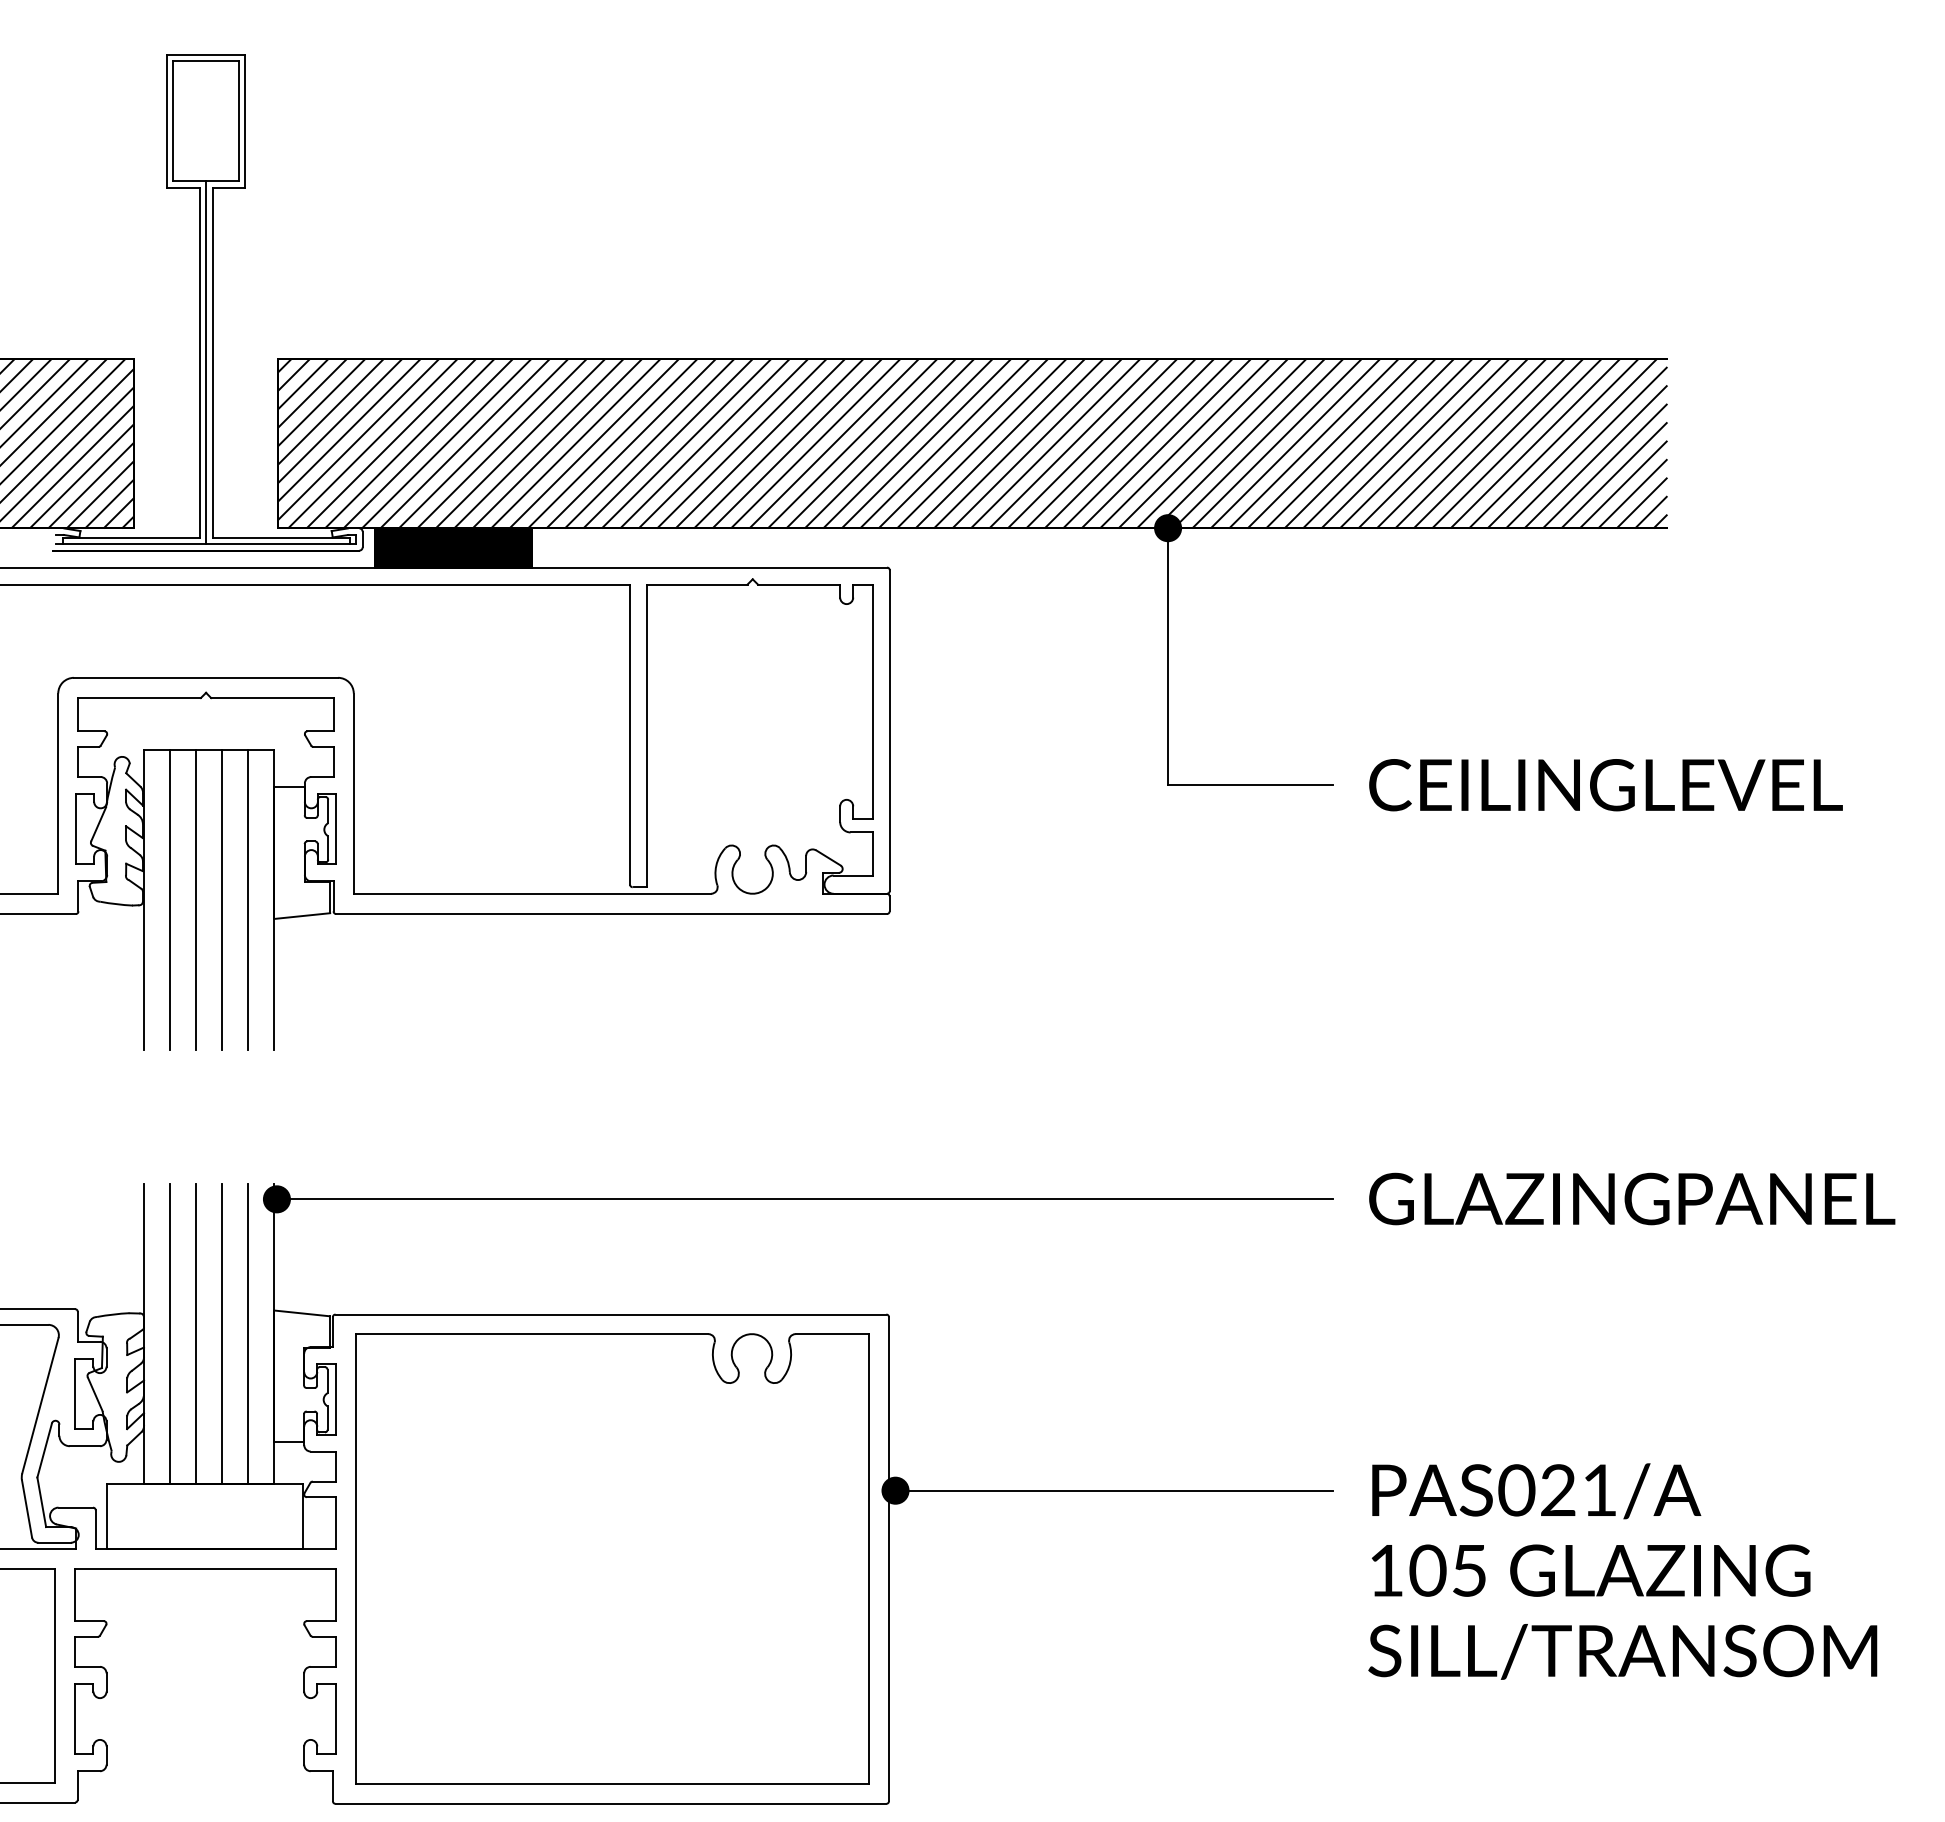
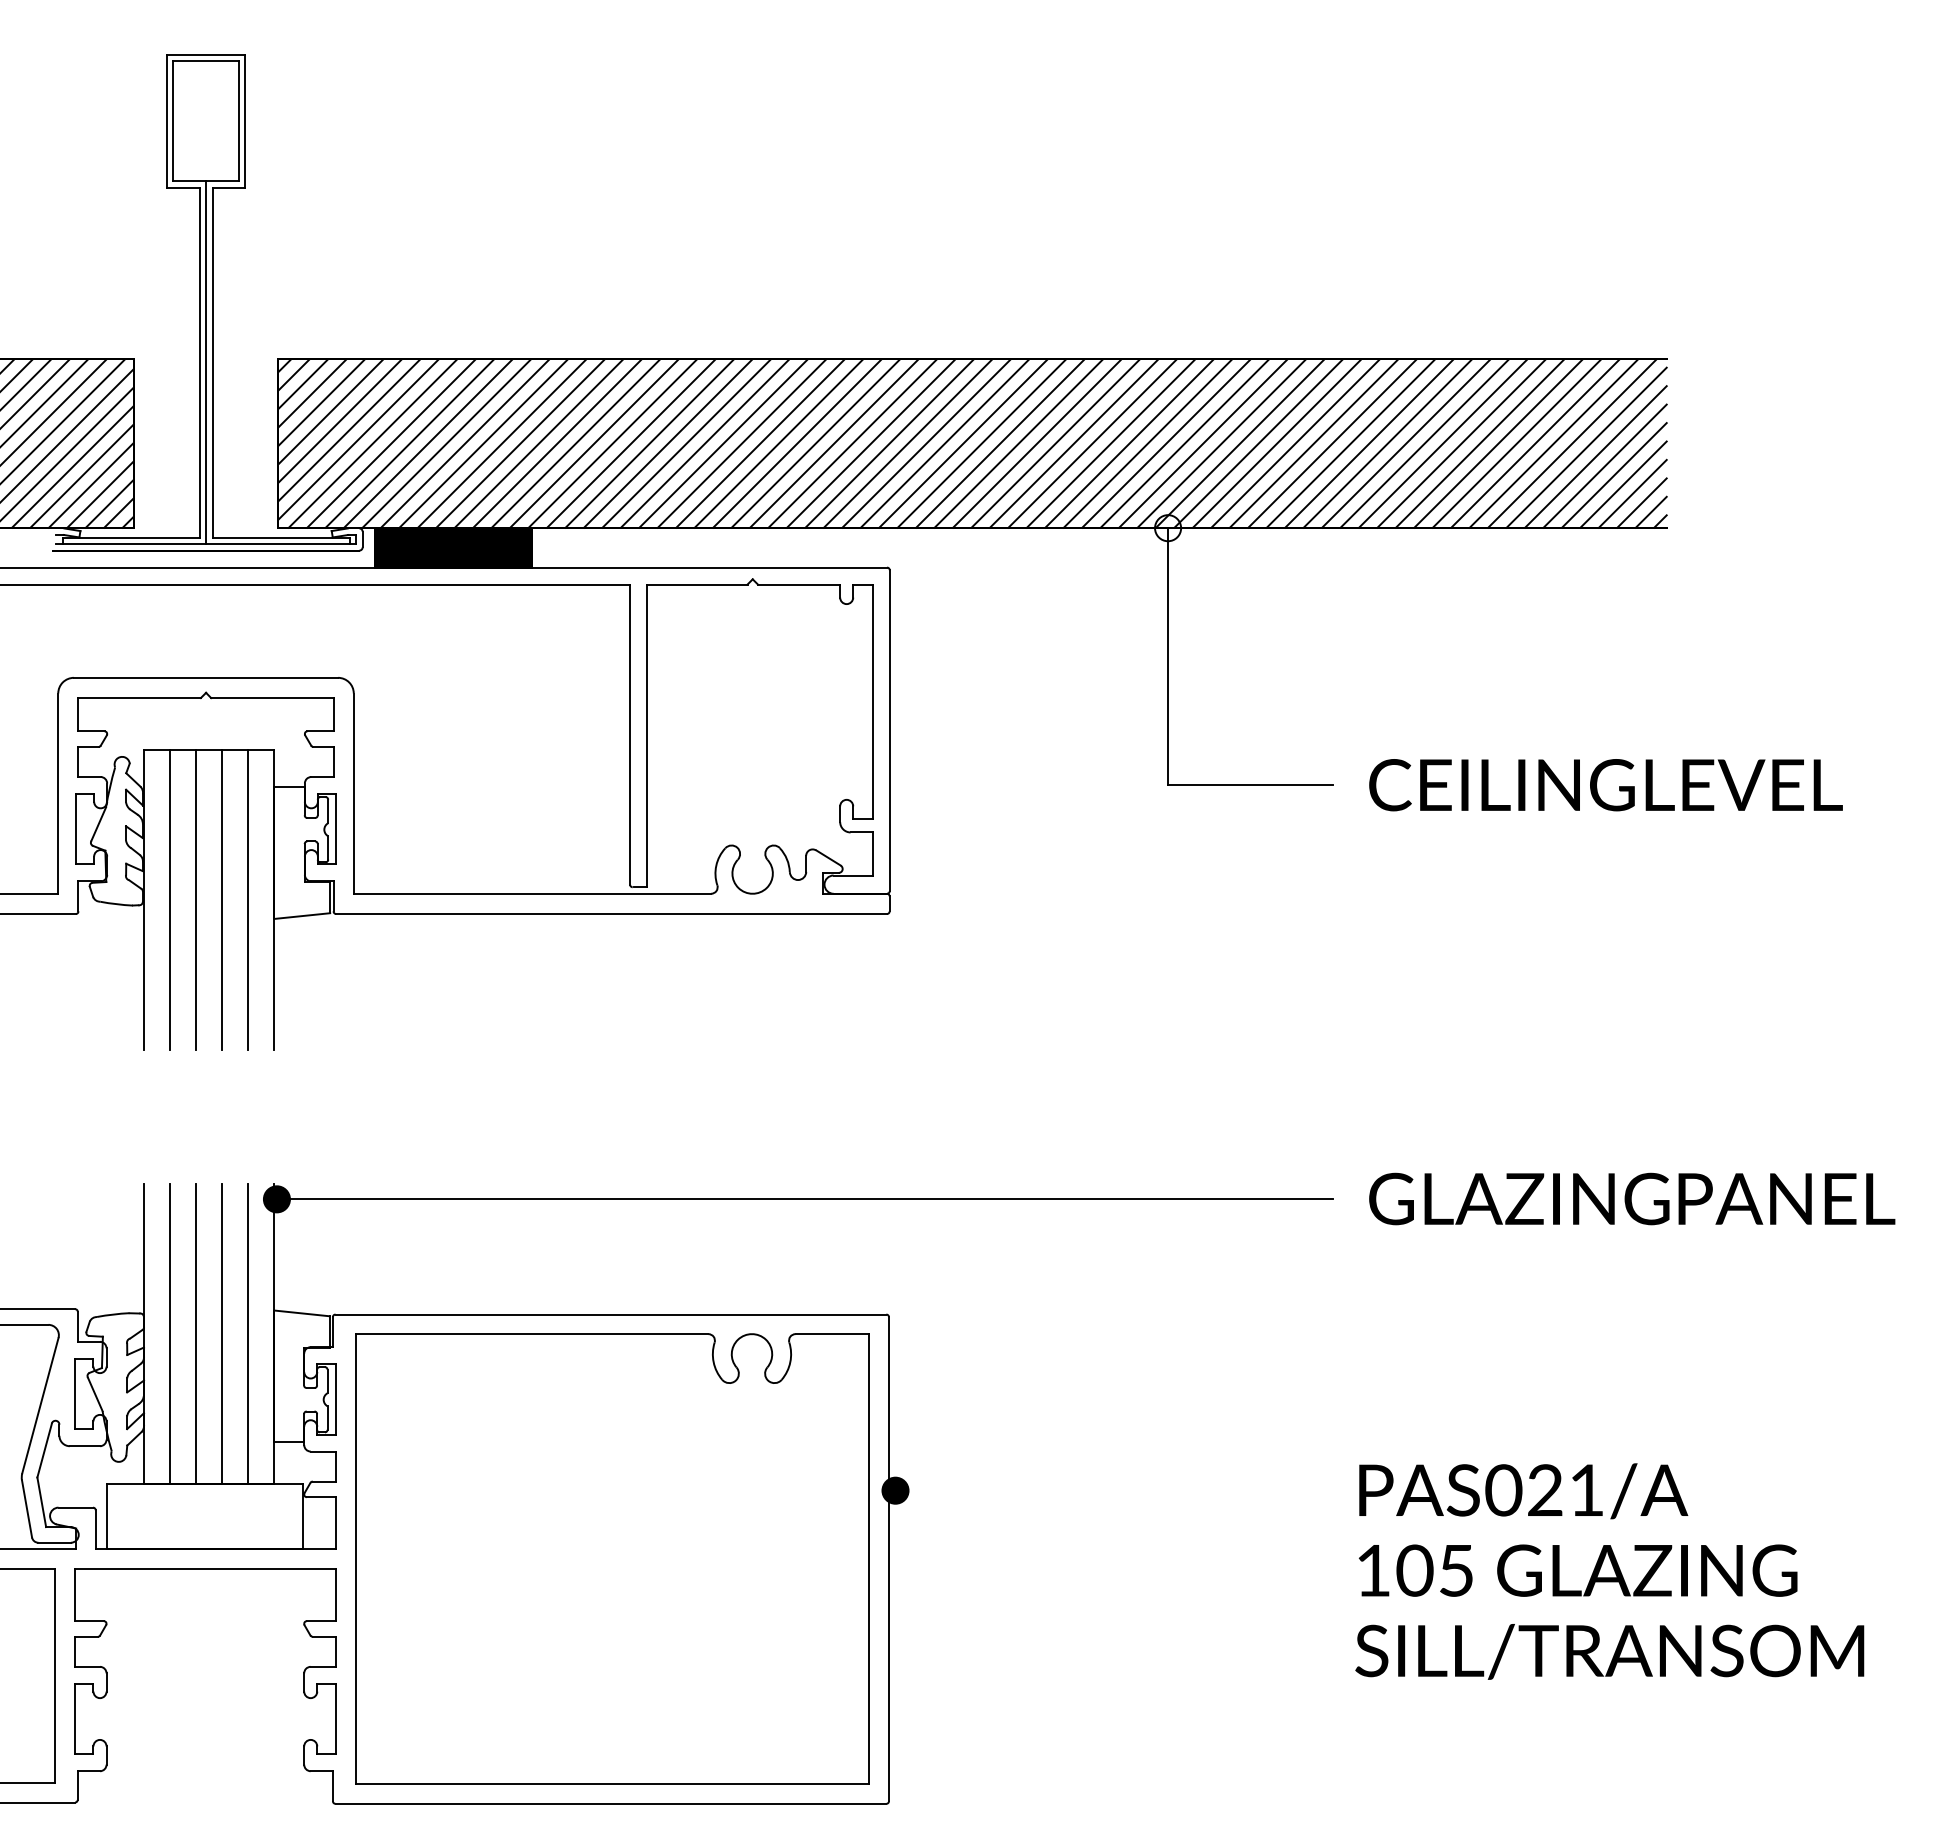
fill at (1168, 528): present -> none
line at (1114, 1490): present -> none
text at (1622, 1571) position: (1622, 1571) -> (1609, 1571)
